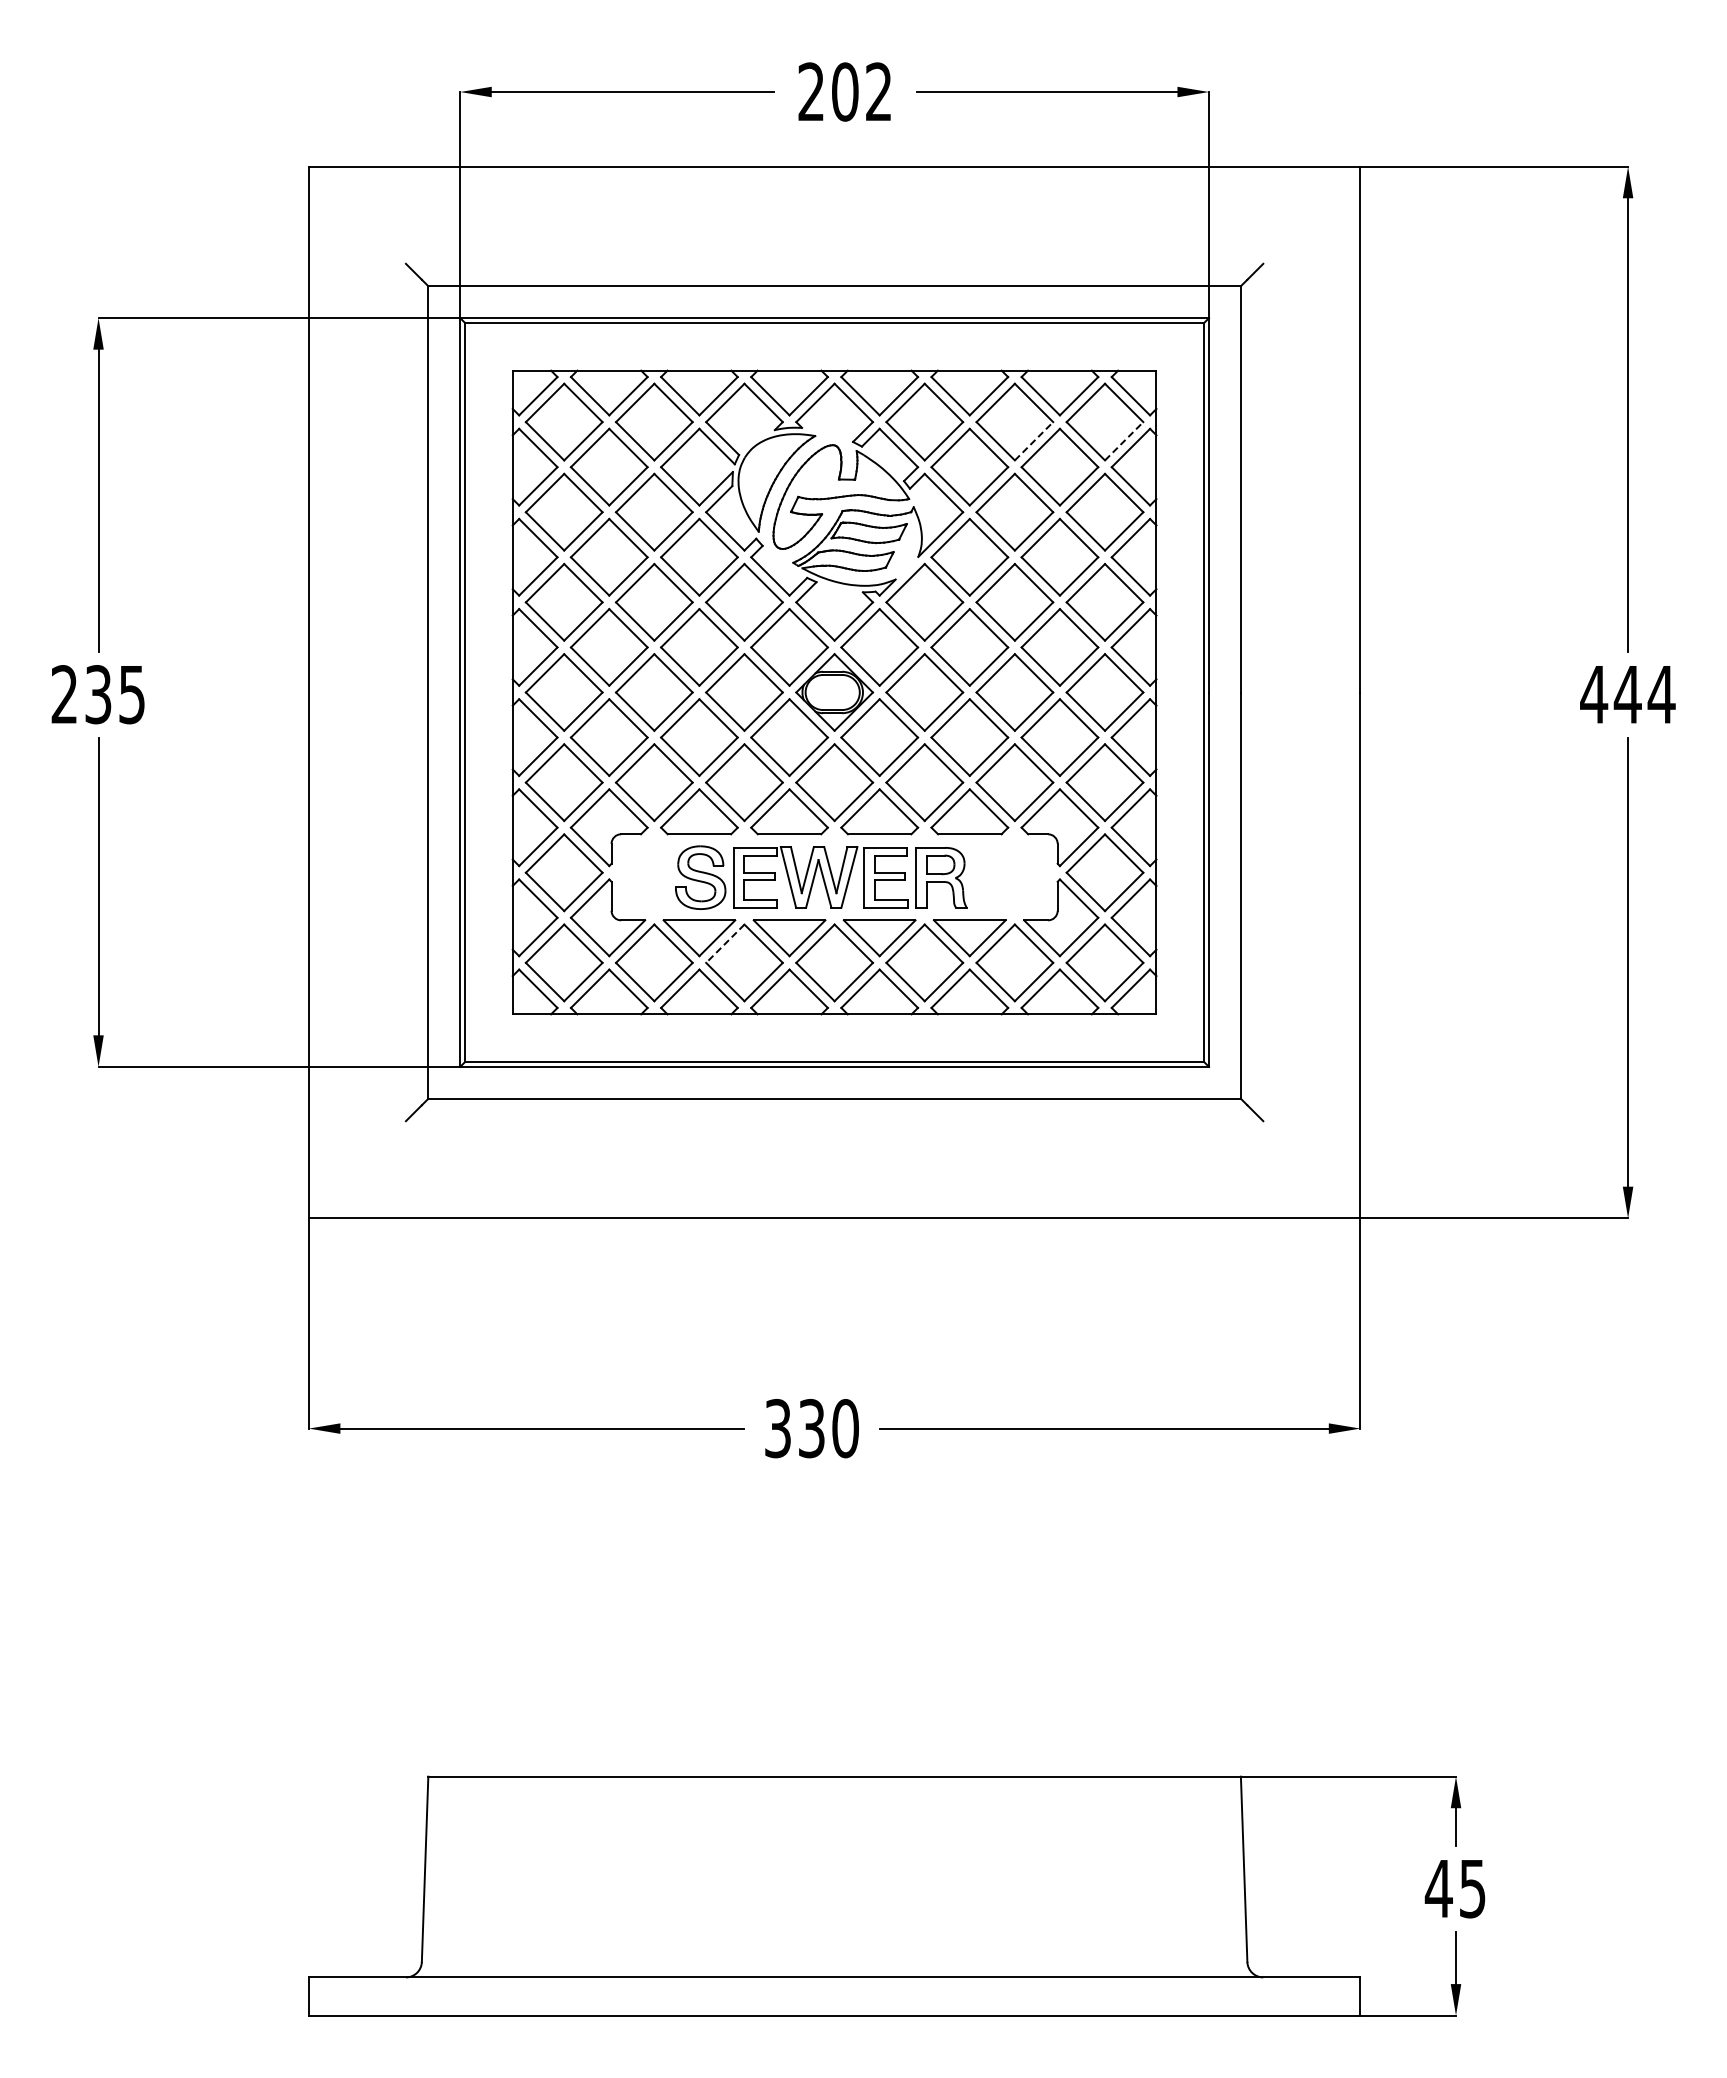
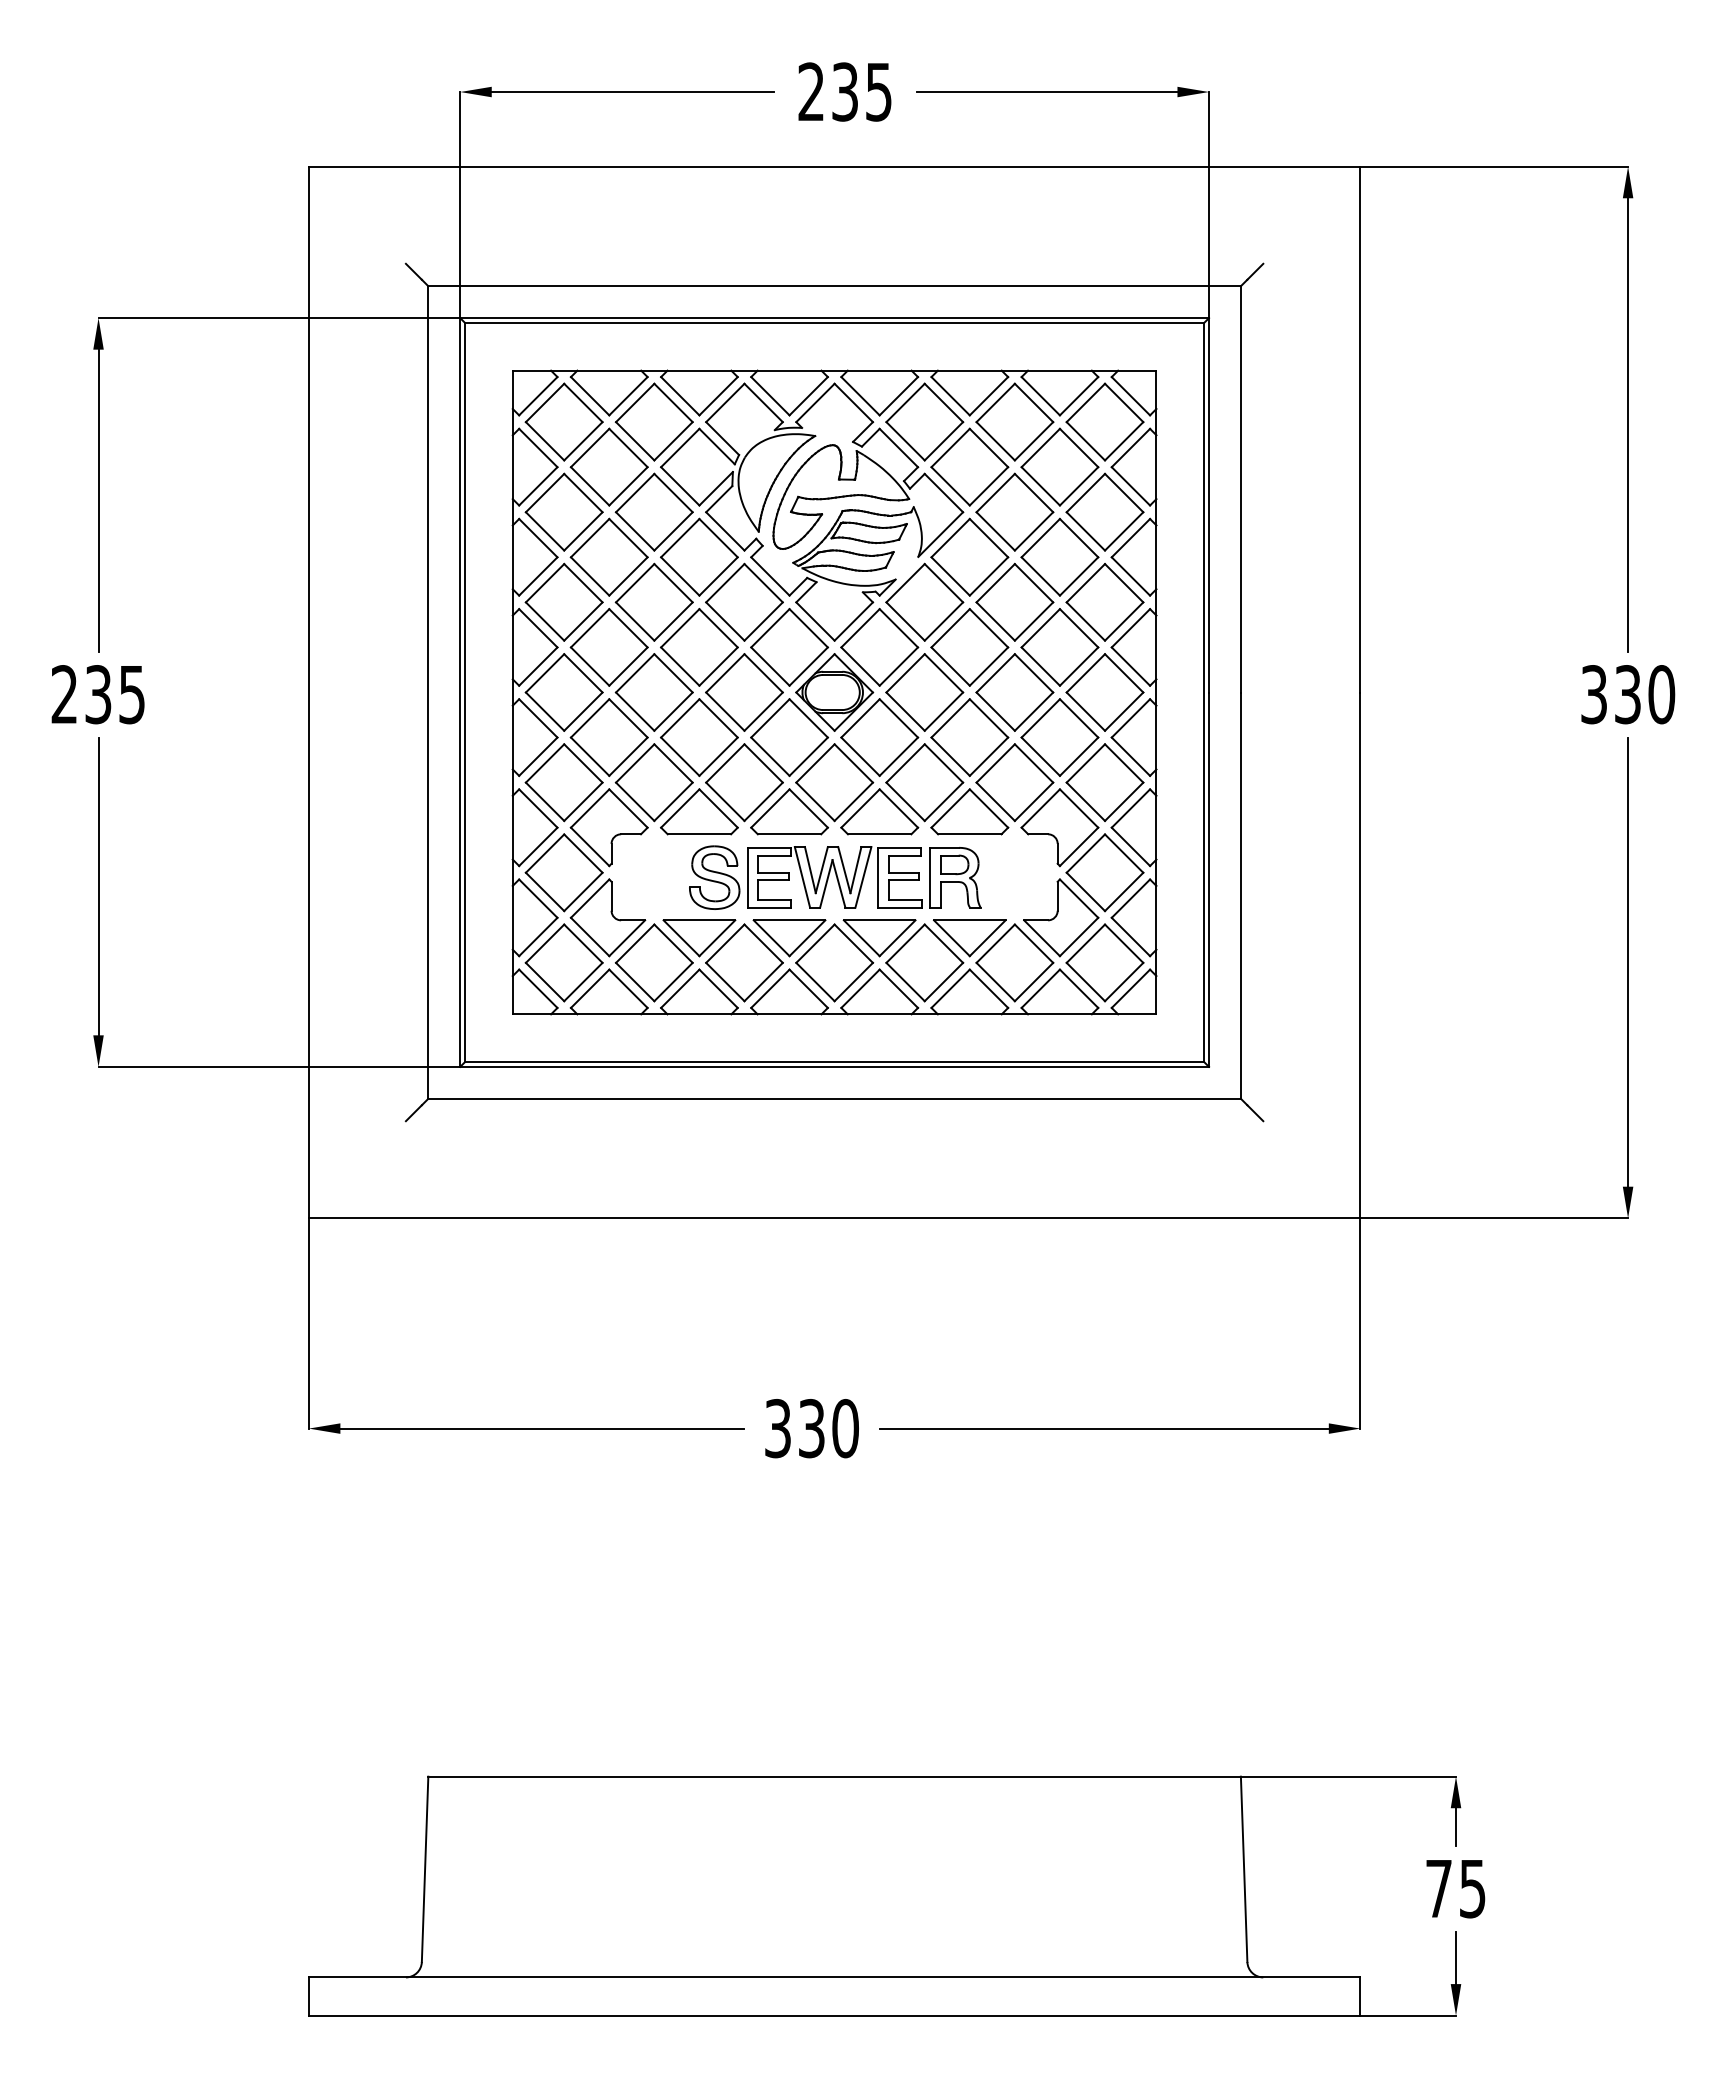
text at (861, 91): 202 -> 235
line at (1034, 440): dashed -> solid
line at (1124, 440): dashed -> solid
text at (1627, 694): 444 -> 330
part at (821, 877) position: (821, 877) -> (835, 877)
line at (724, 944): dashed -> solid
text at (1438, 1888): 45 -> 75
